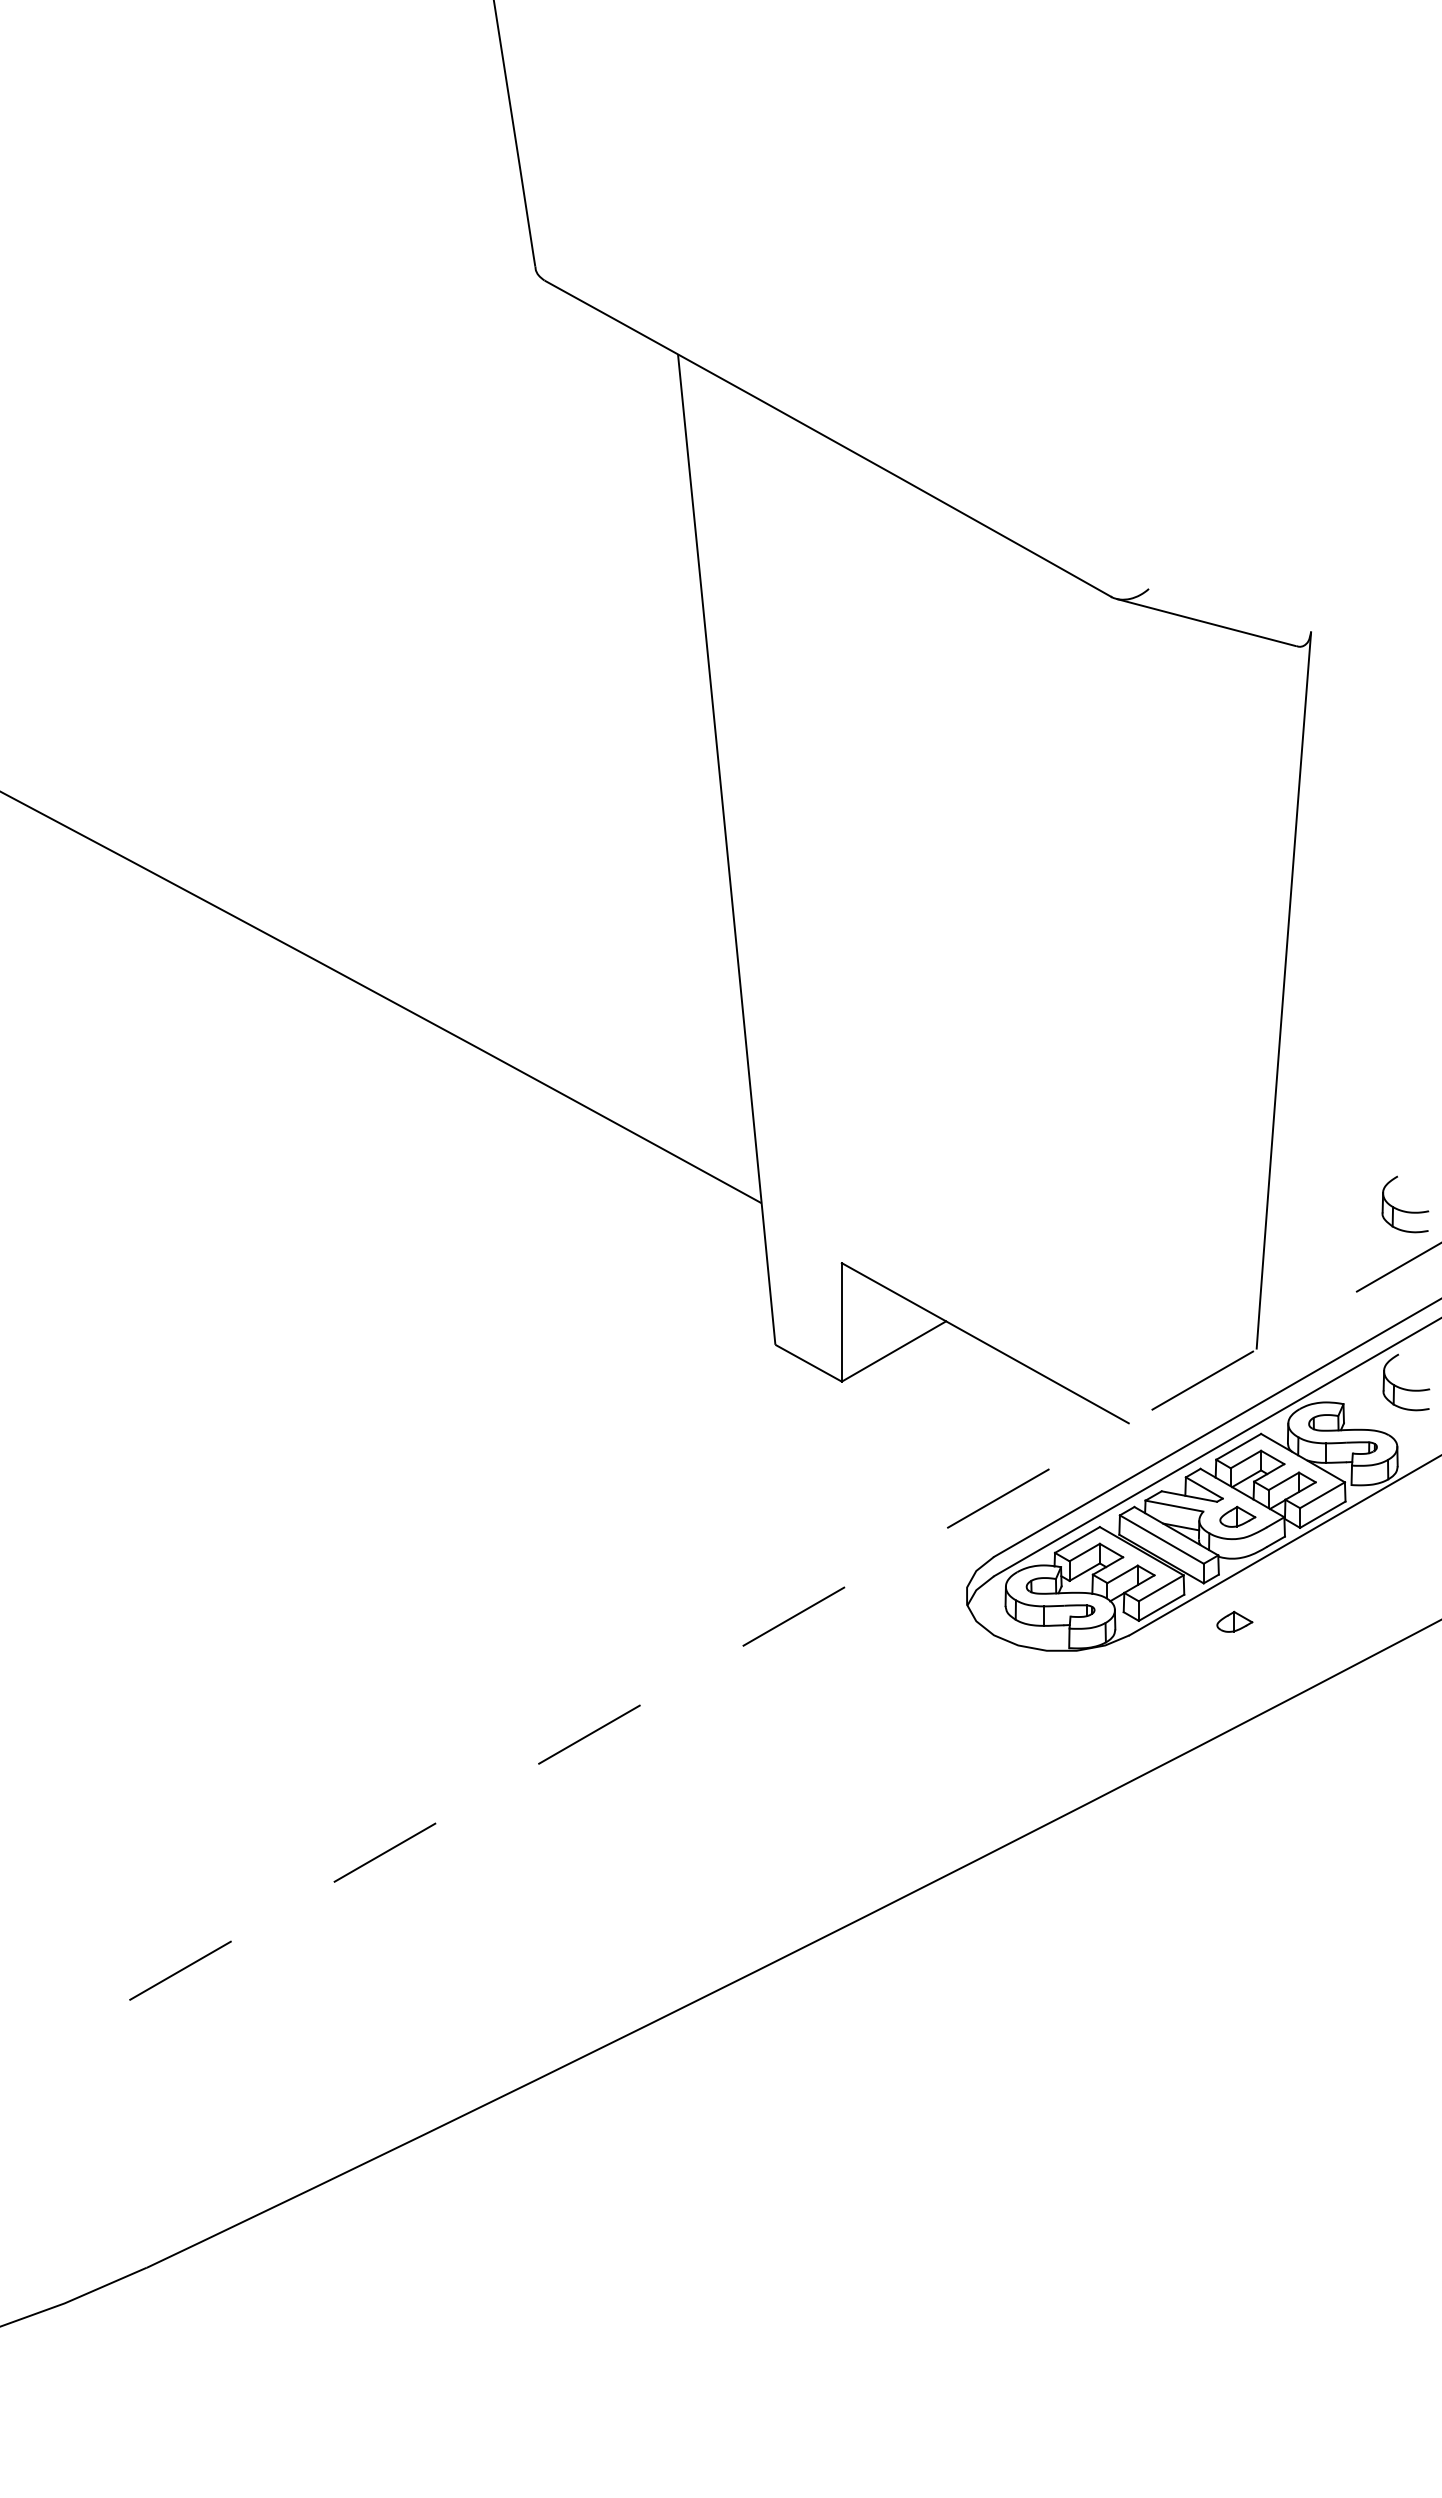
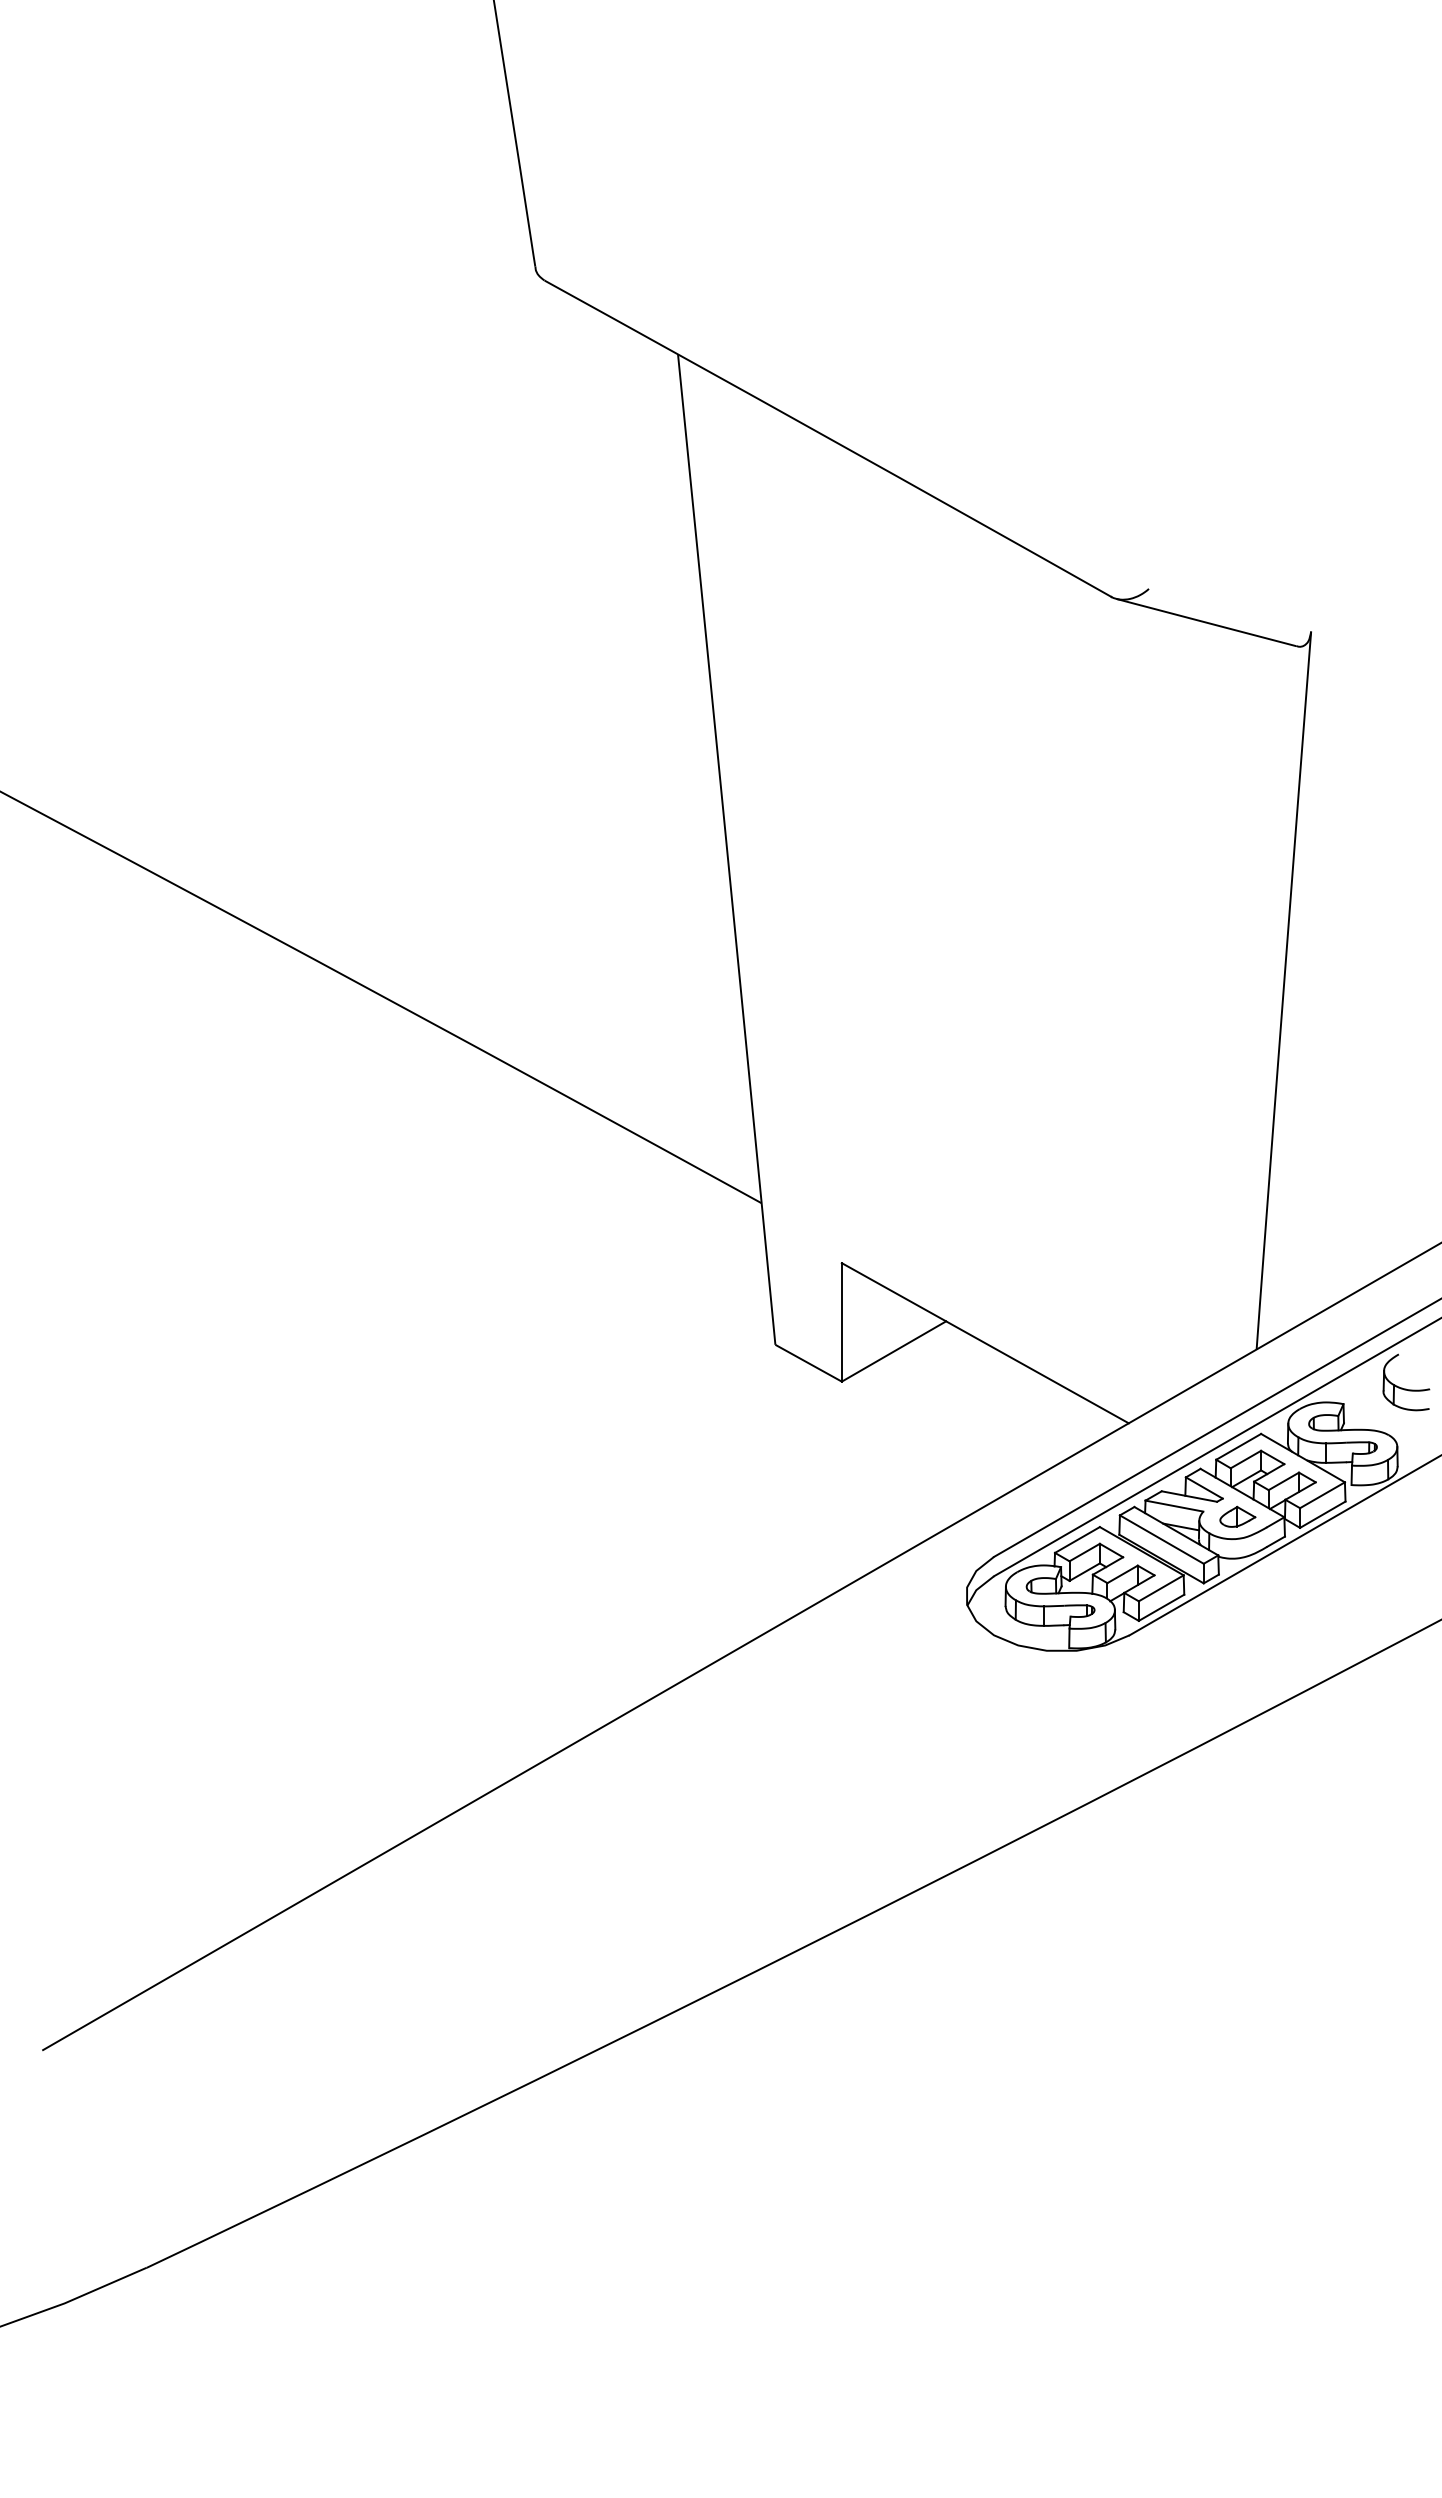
part at (1405, 1204): present -> none
part at (1234, 1621): present -> none
line at (741, 1646): dashed -> solid
